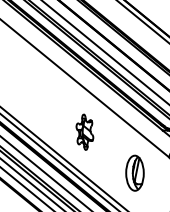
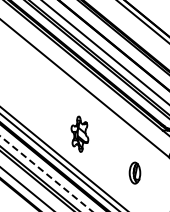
part at (84, 131) position: (84, 131) -> (79, 133)
part at (134, 172) size: 20x38 px -> 14x24 px
line at (45, 173): solid -> dashed
line at (31, 184): present -> none
